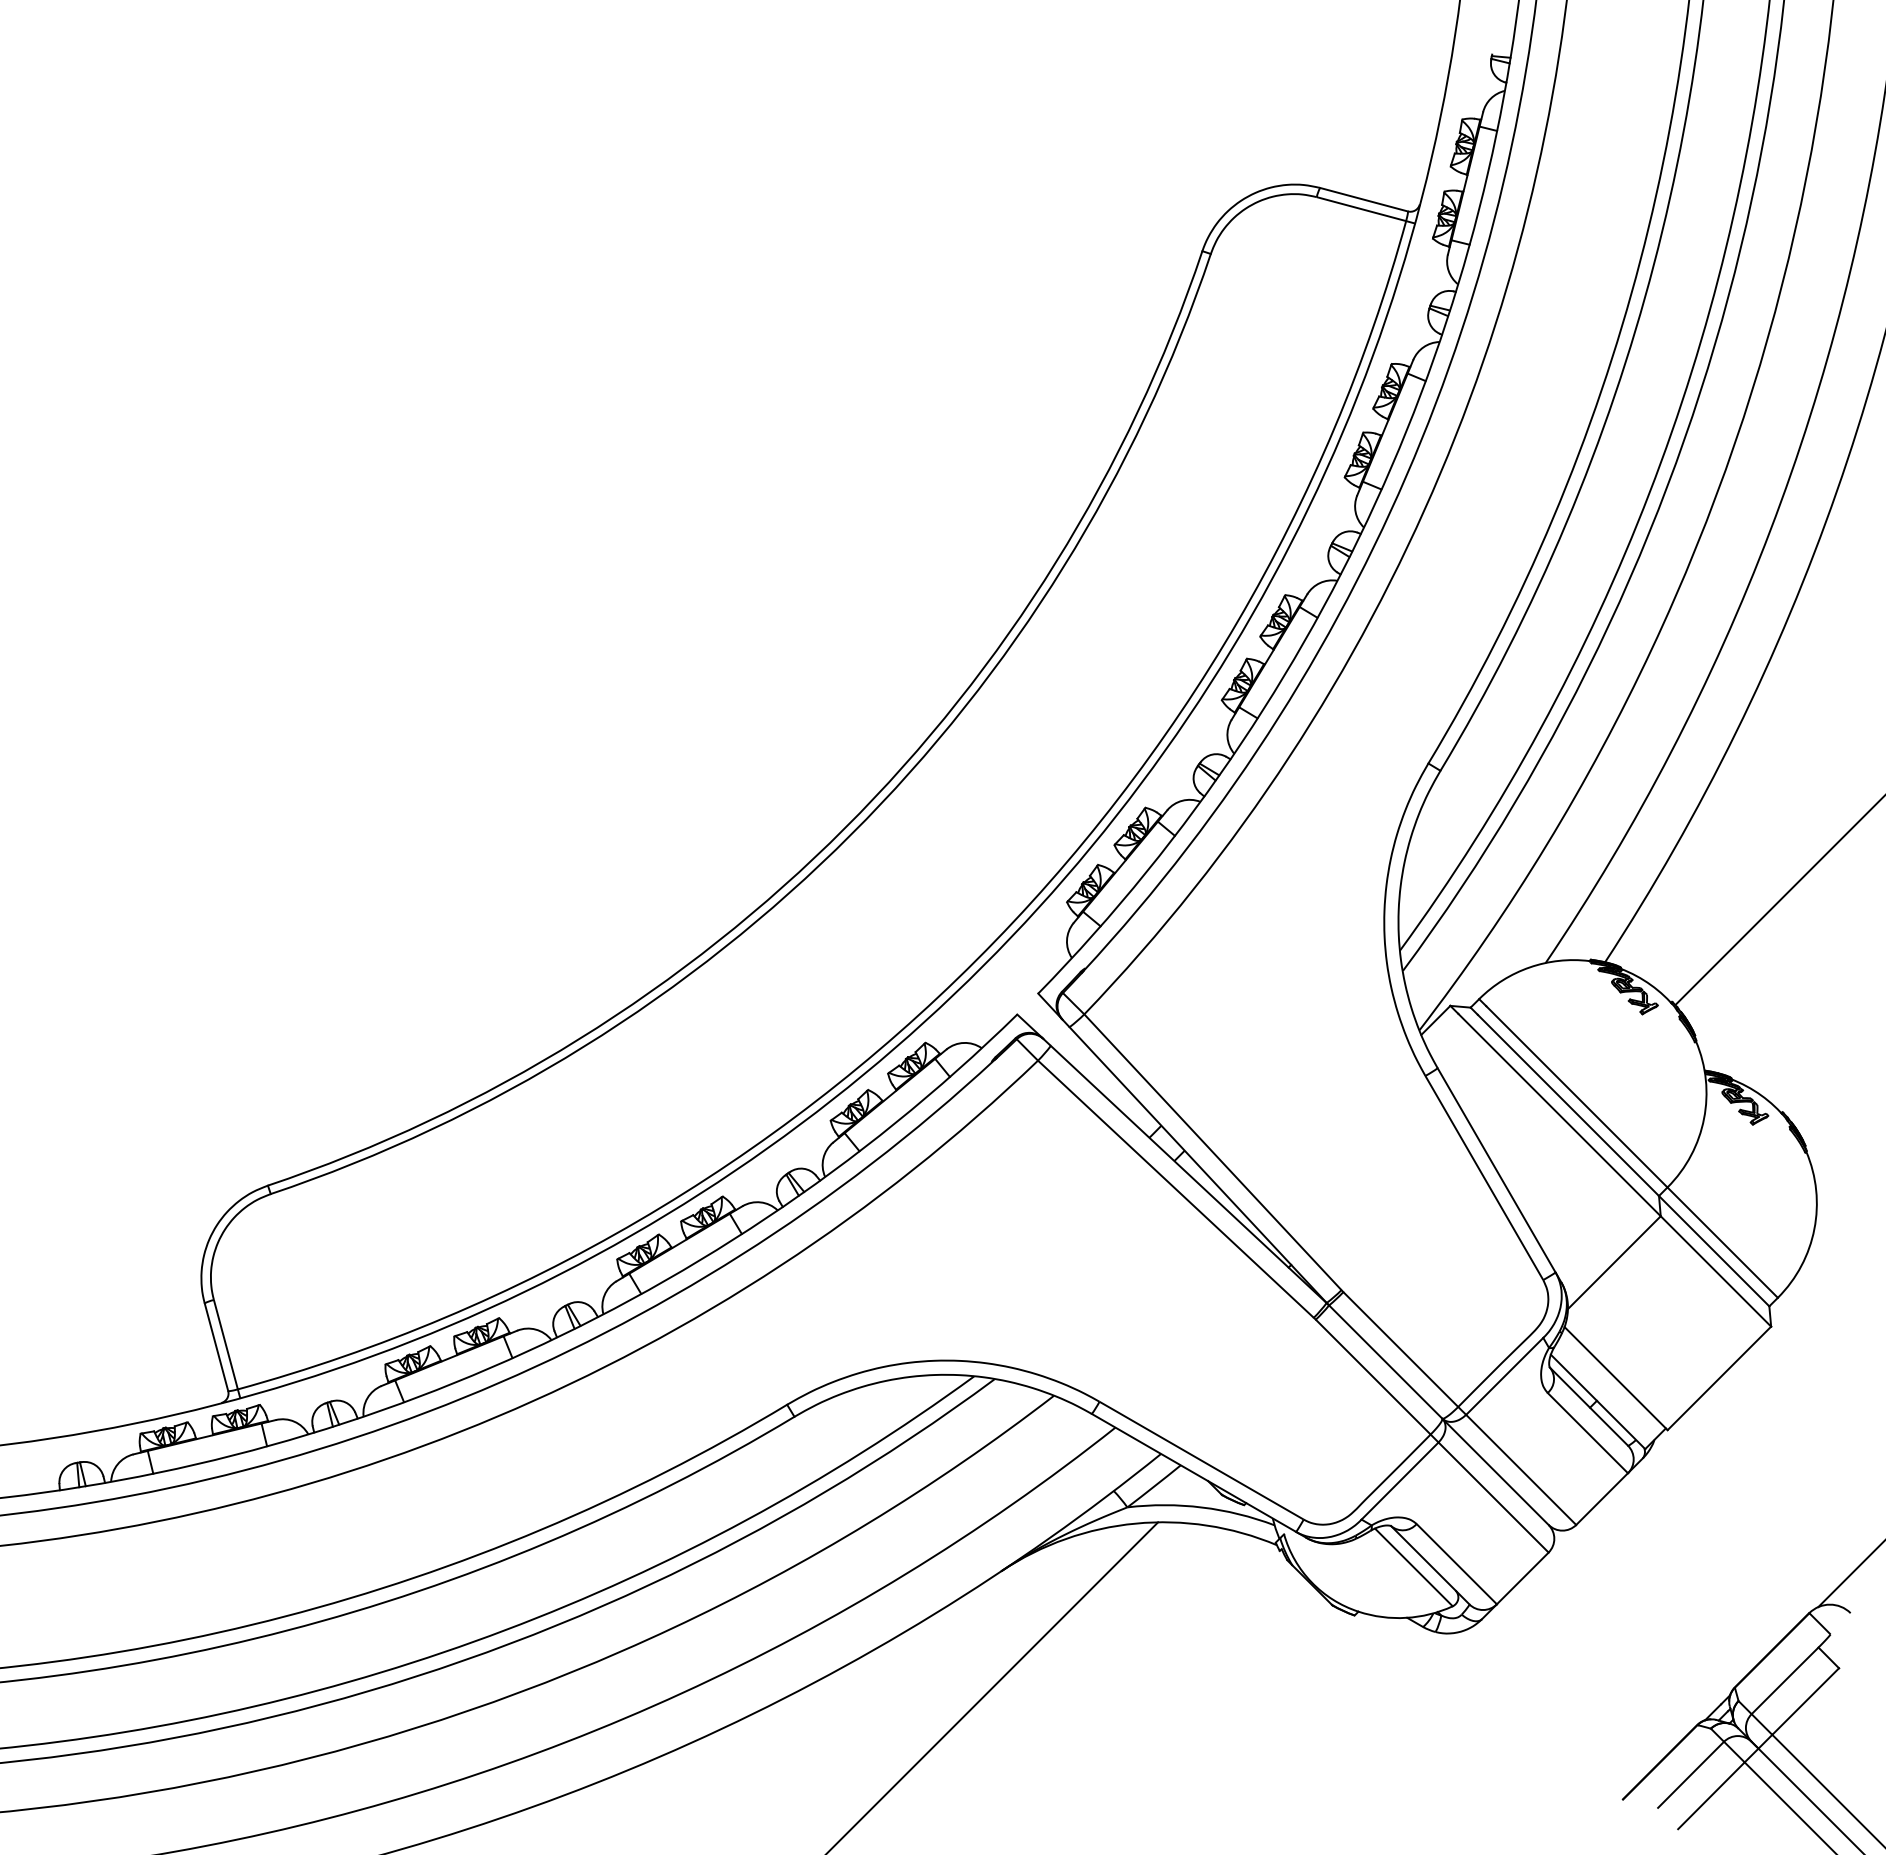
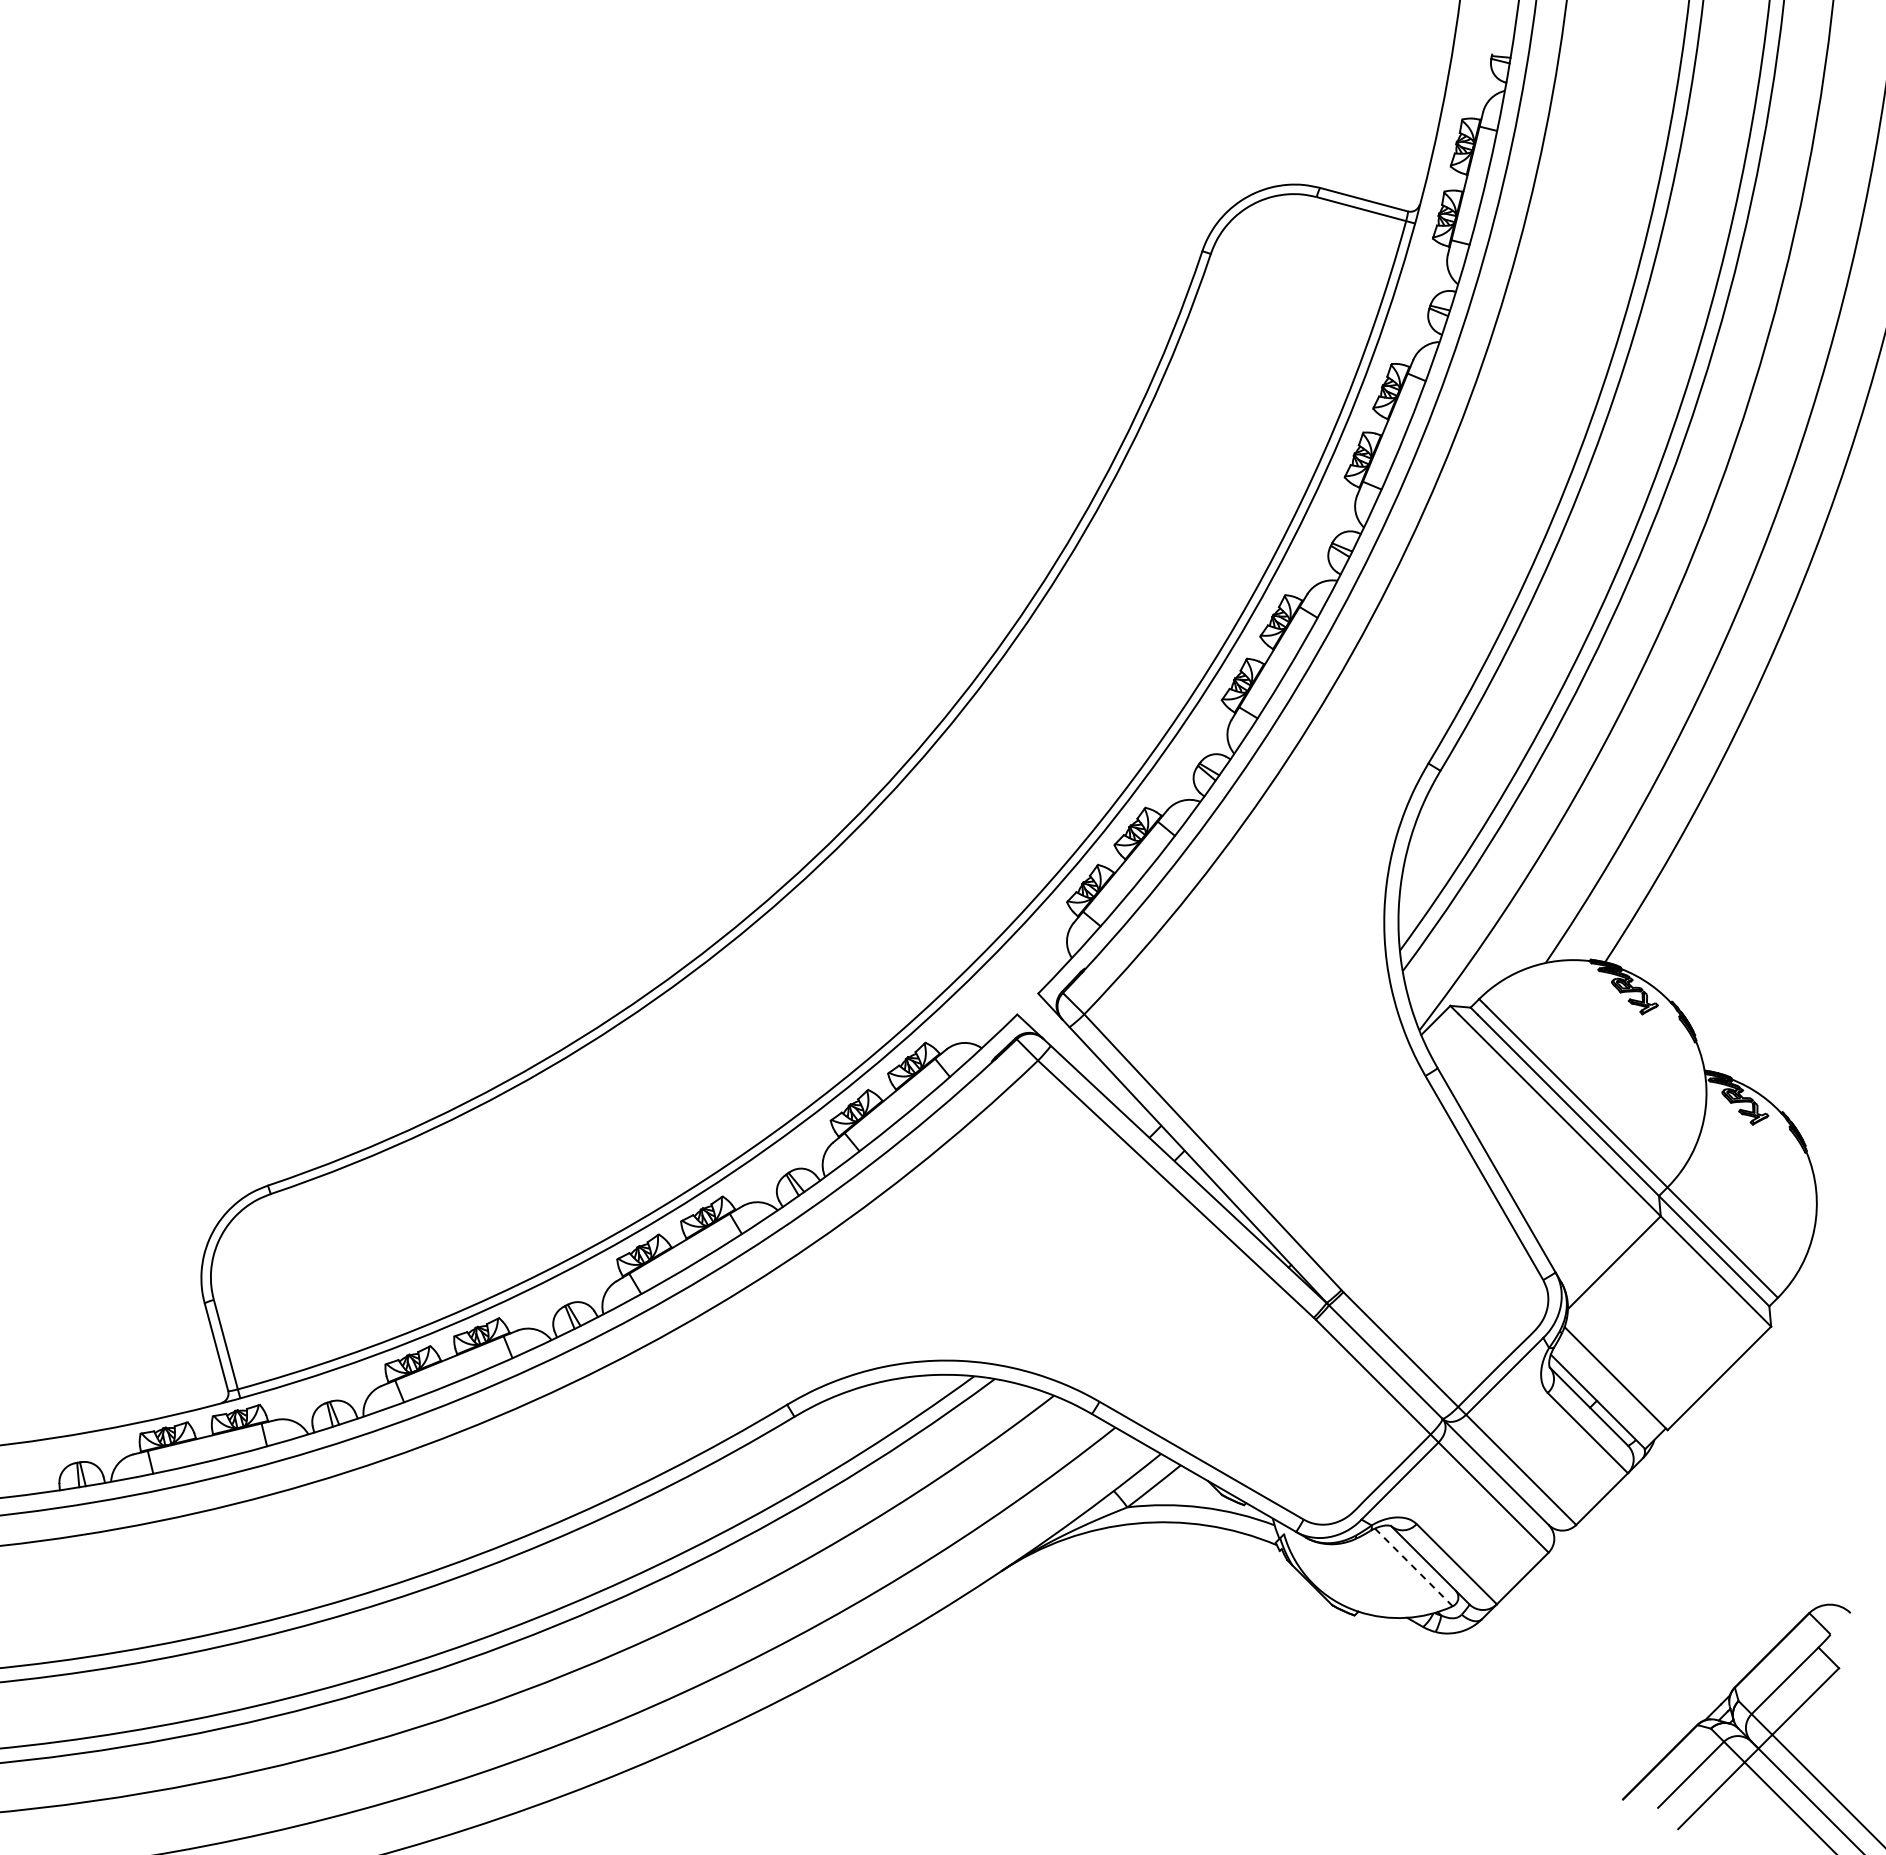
line at (1778, 901): present -> none
line at (1413, 1567): solid -> dashed
line at (1850, 1574): present -> none
line at (993, 1686): present -> none
